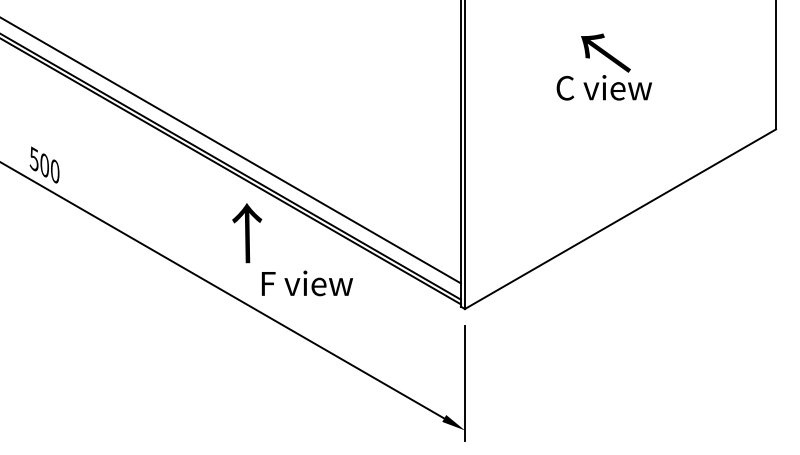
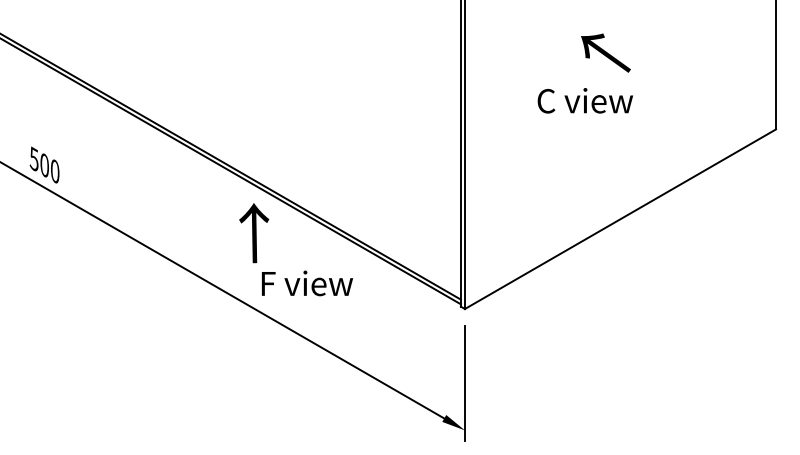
text at (603, 87) position: (603, 87) -> (584, 100)
line at (231, 150): present -> none
text at (247, 233) position: (247, 233) -> (254, 233)
